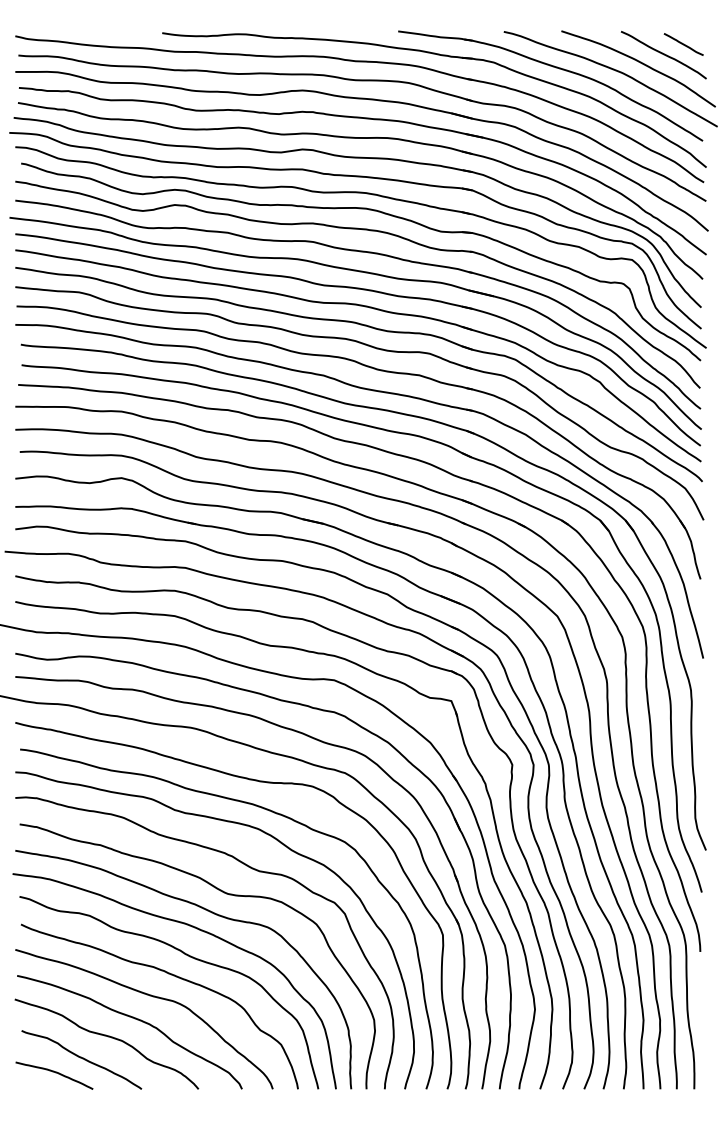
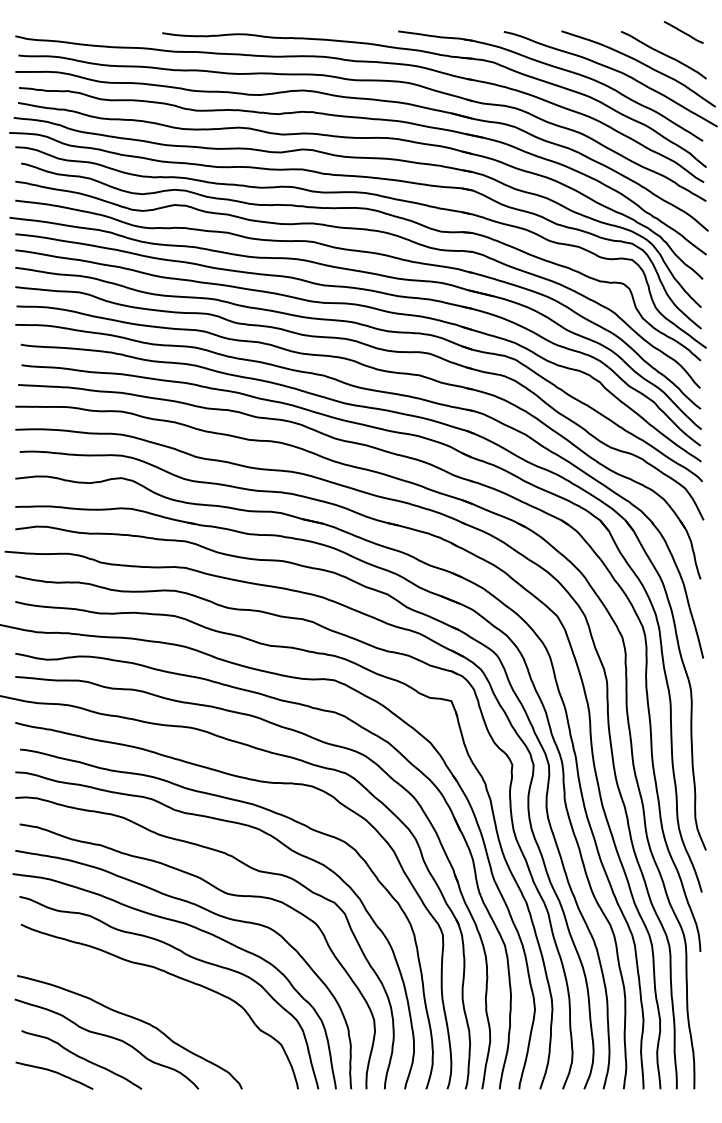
line at (683, 44) position: (683, 44) -> (683, 32)
curve at (149, 996): present -> none
